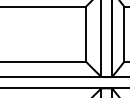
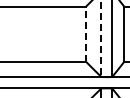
line at (85, 33): solid -> dashed
line at (101, 39): solid -> dashed
